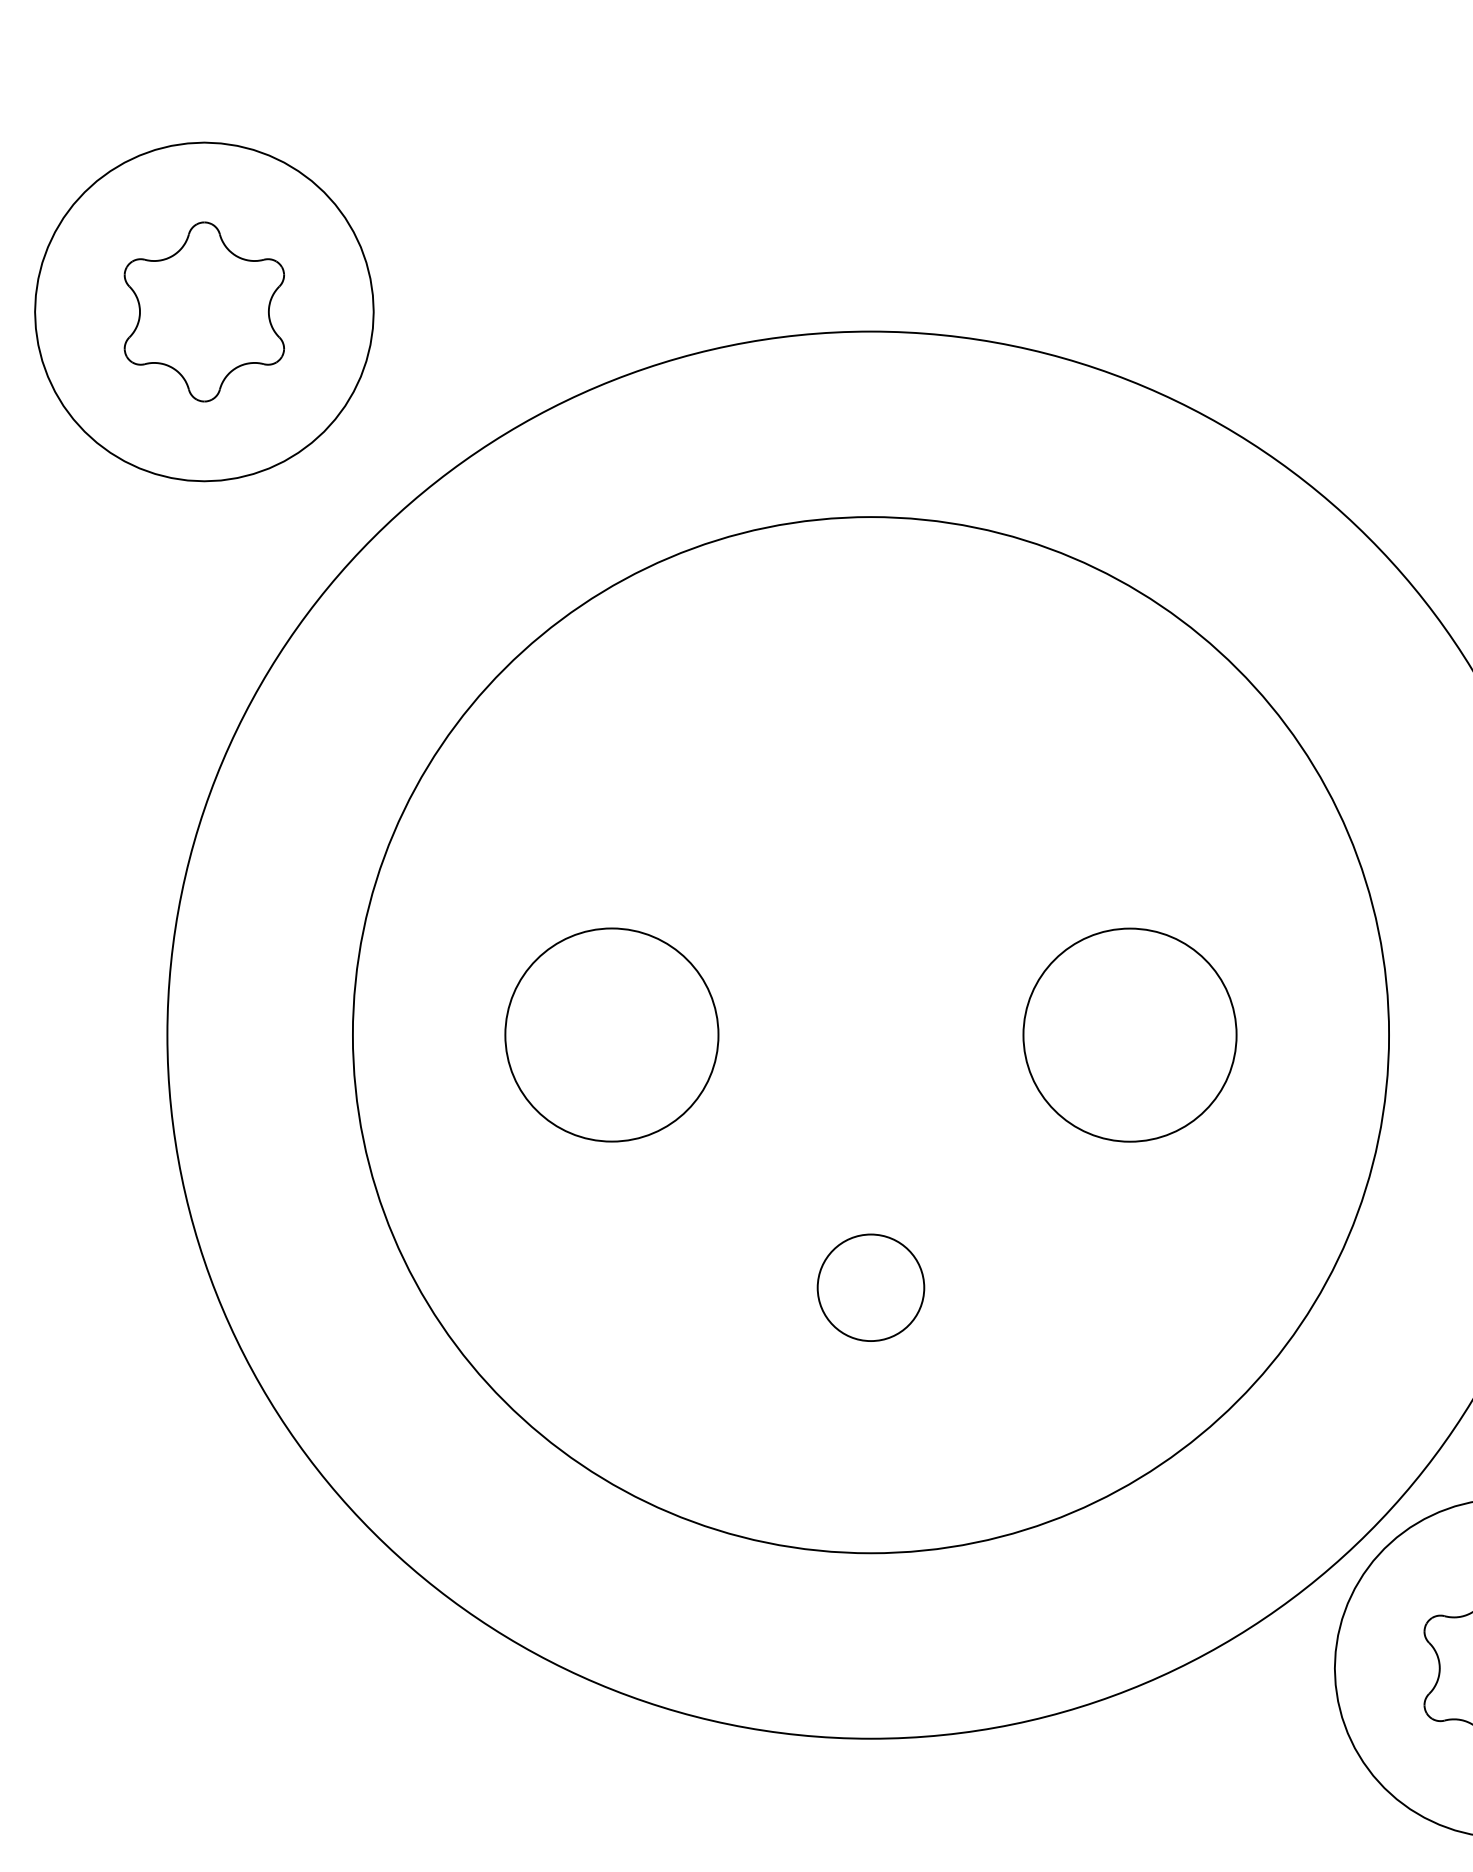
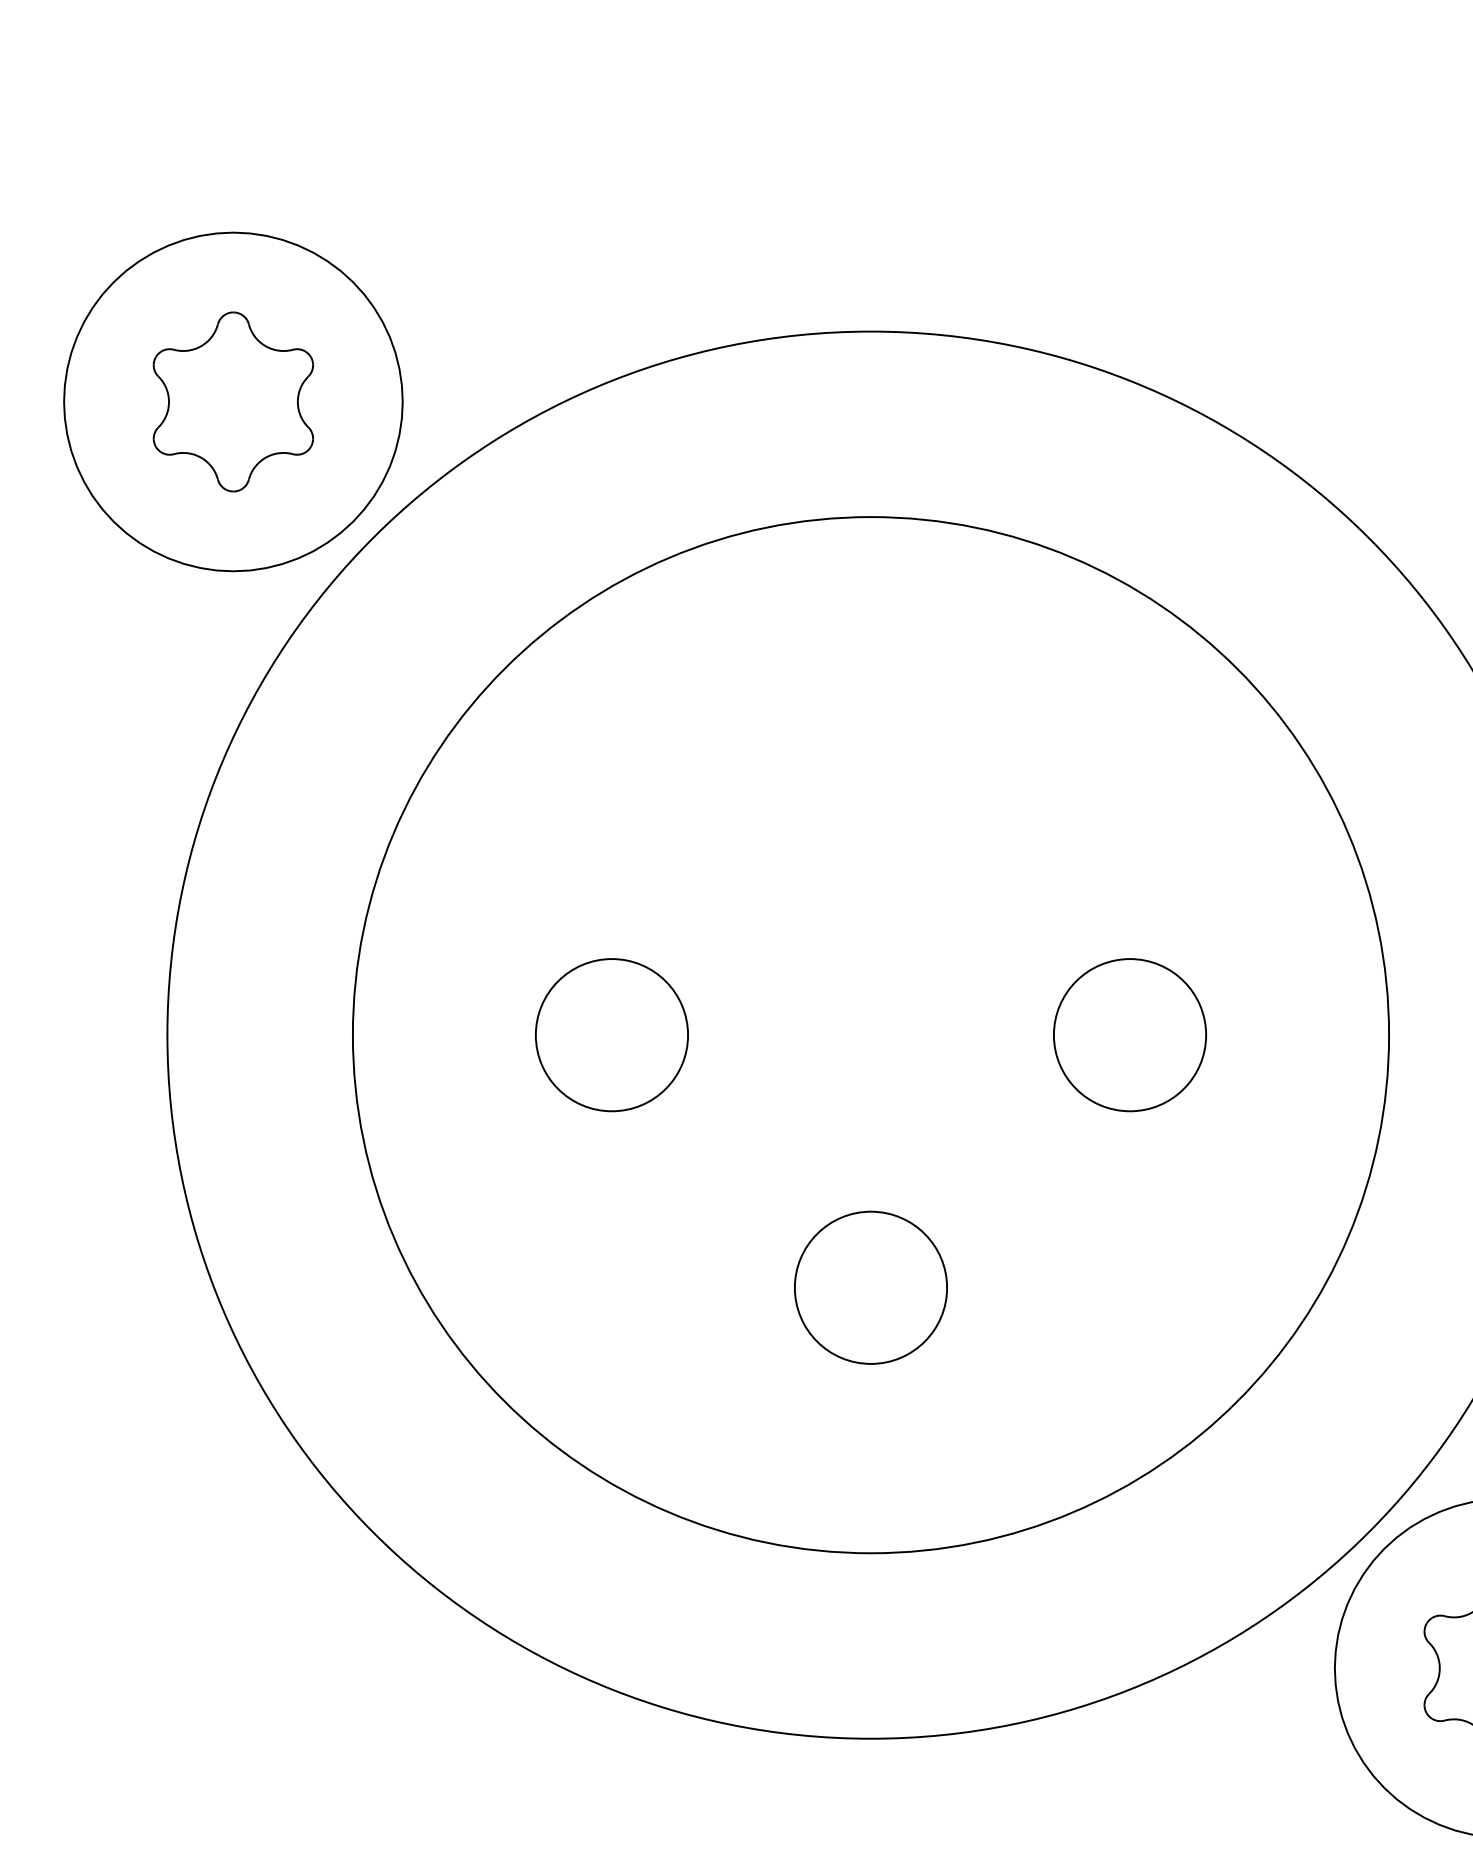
part at (204, 311) position: (204, 311) -> (233, 401)
circle at (611, 1034) size: 216x216 px -> 154x155 px
circle at (1129, 1034) diameter: 213 px -> 152 px
circle at (870, 1287) diameter: 107 px -> 152 px
